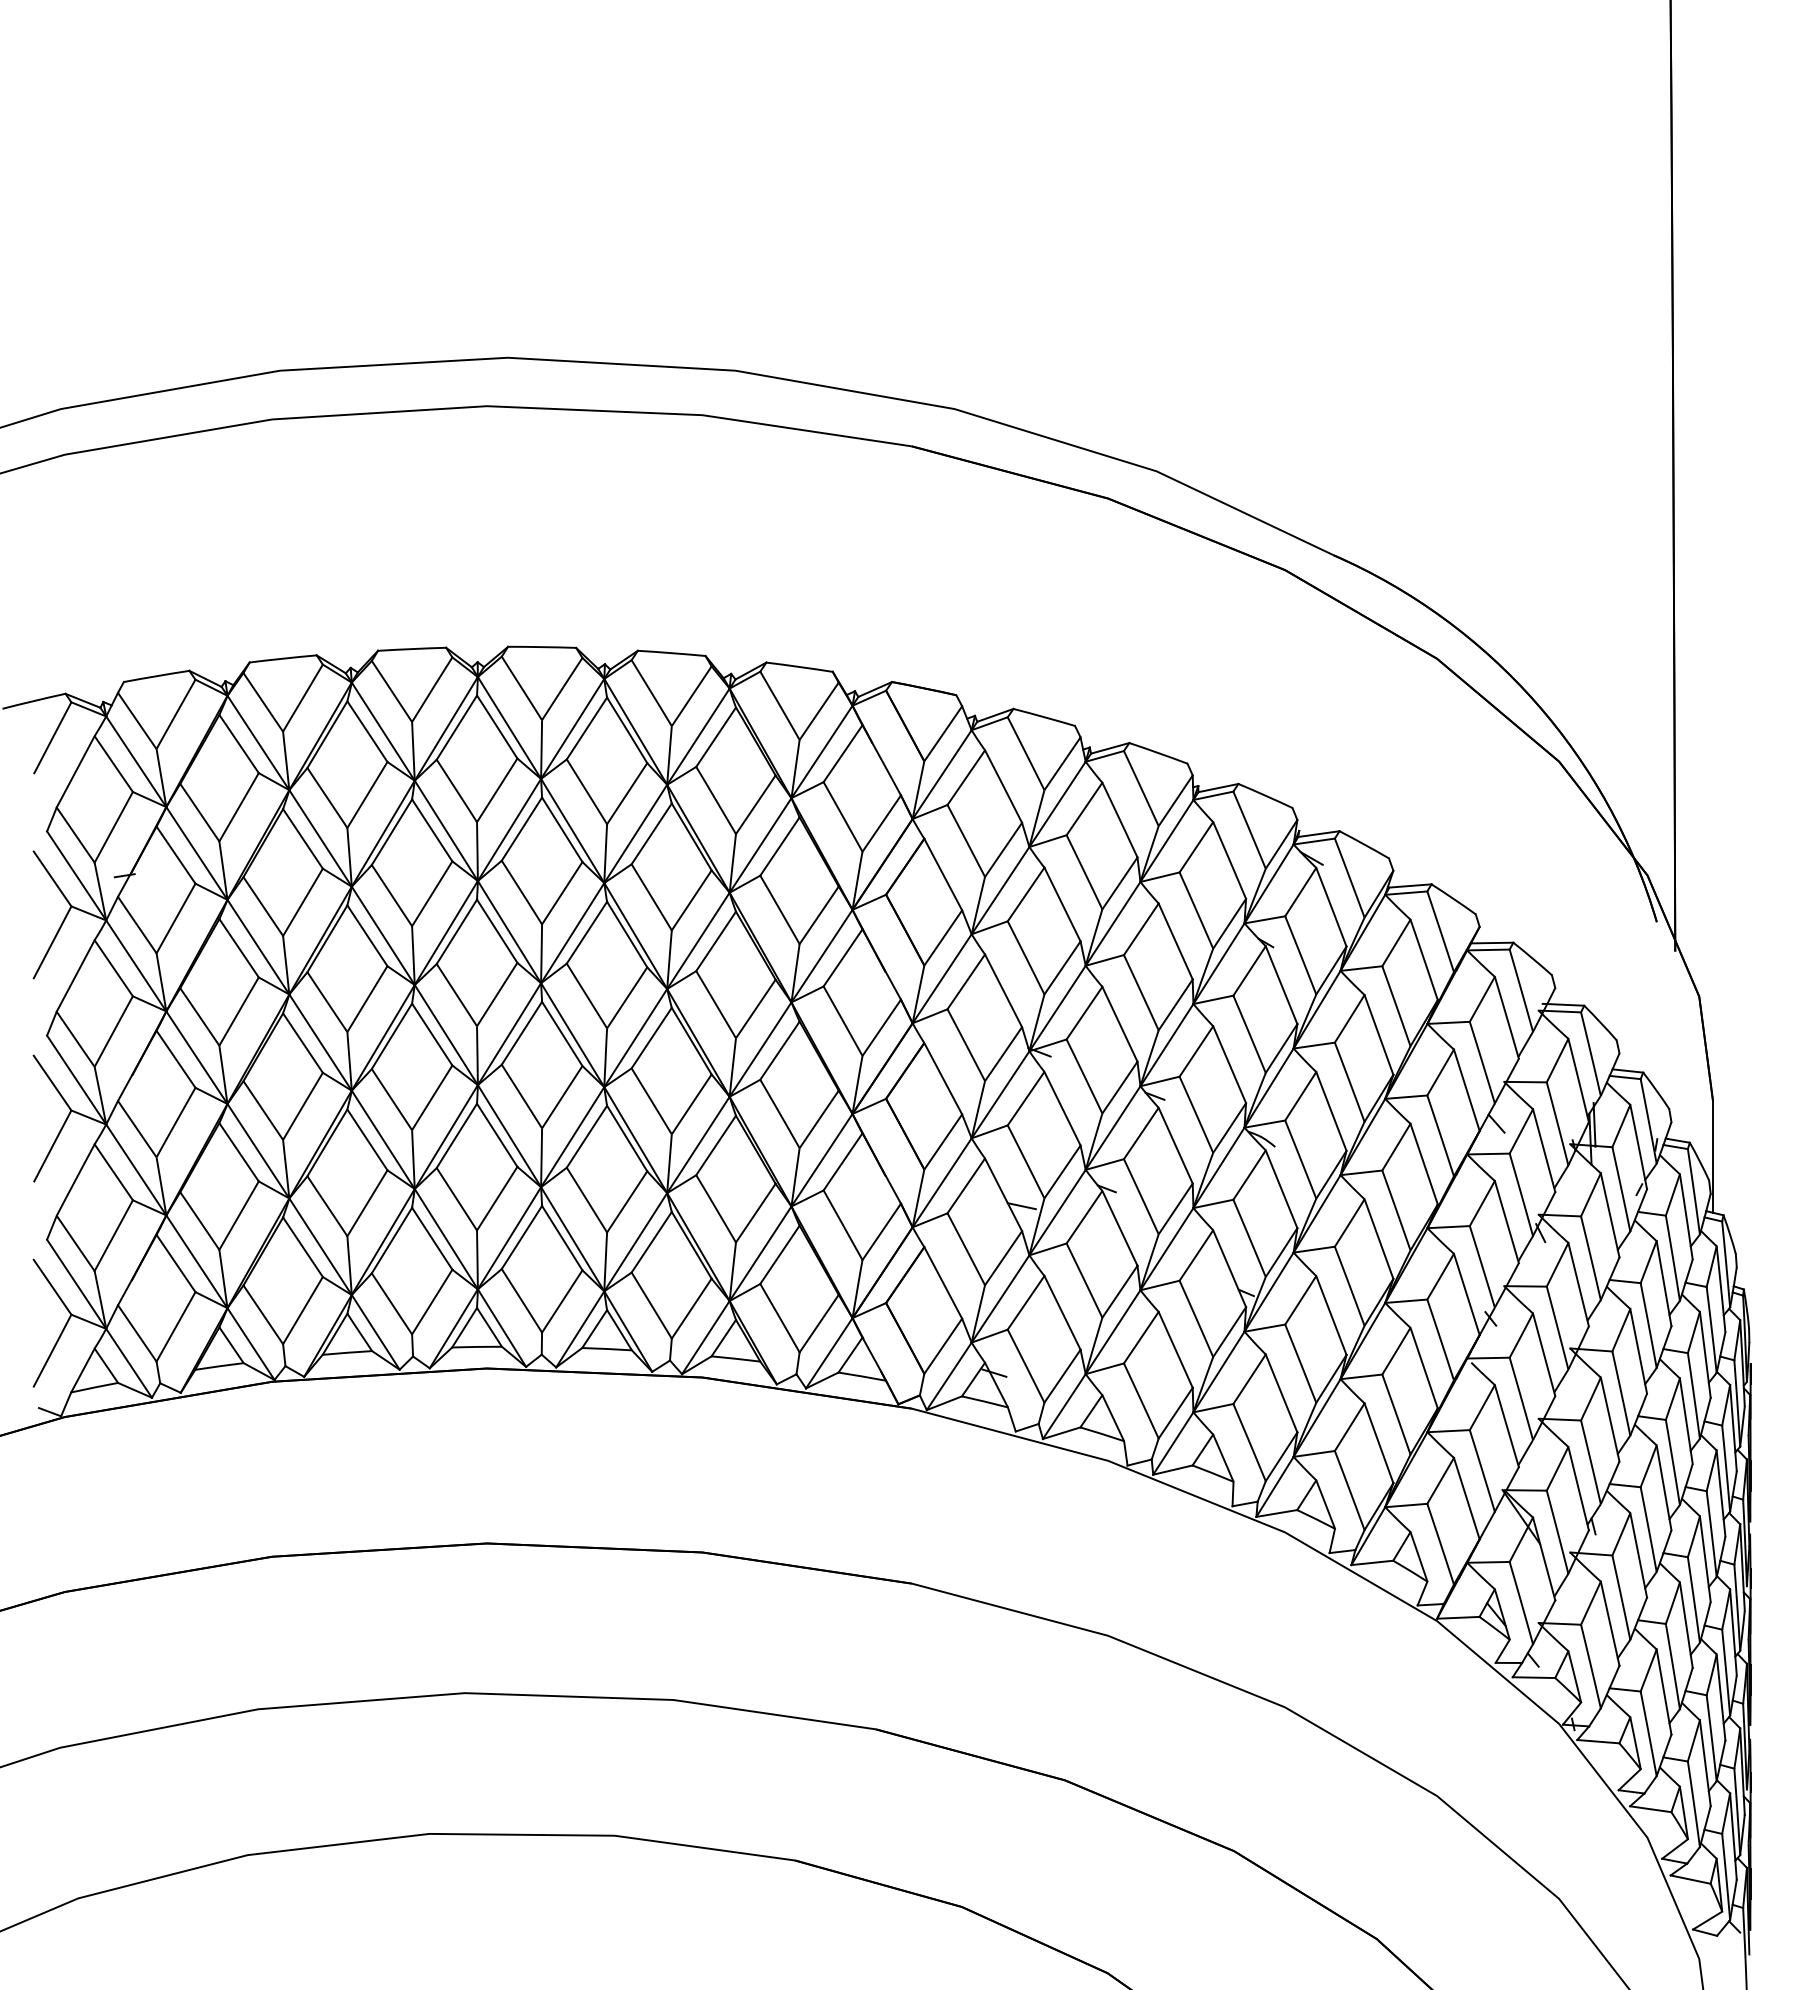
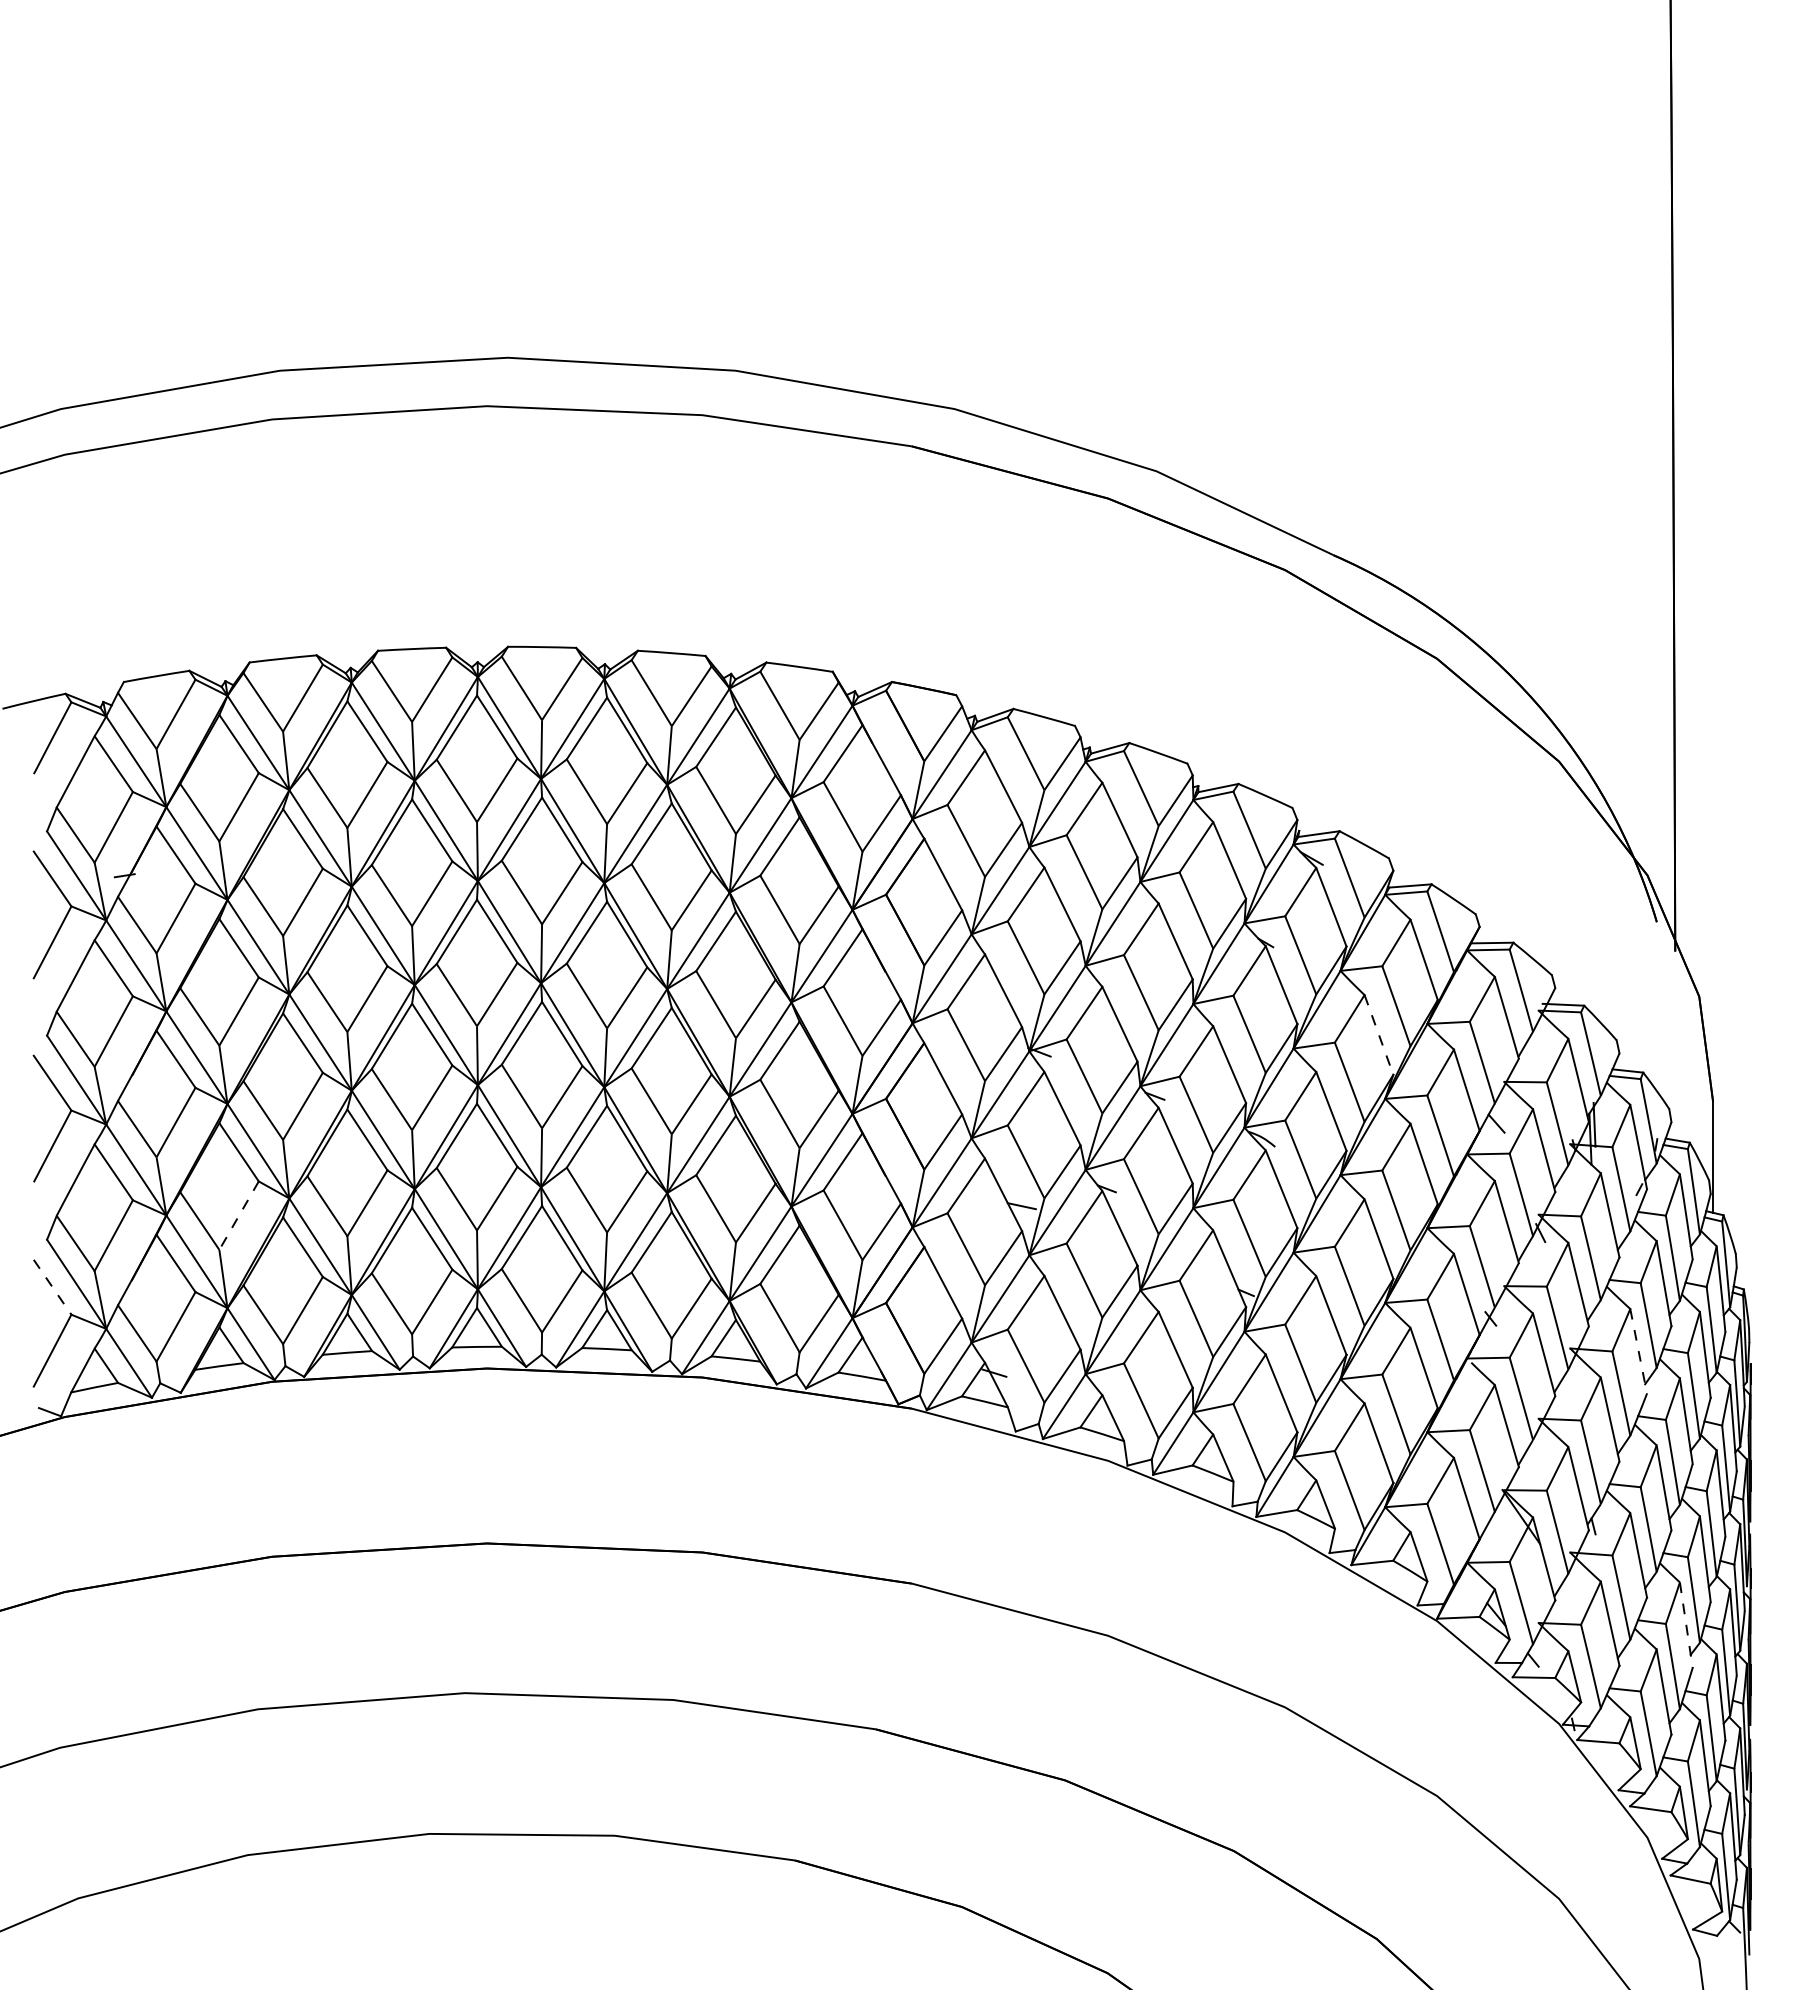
line at (1379, 1035): solid -> dashed
line at (239, 1215): solid -> dashed
line at (52, 1287): solid -> dashed
line at (1638, 1351): solid -> dashed
line at (1686, 1625): solid -> dashed
